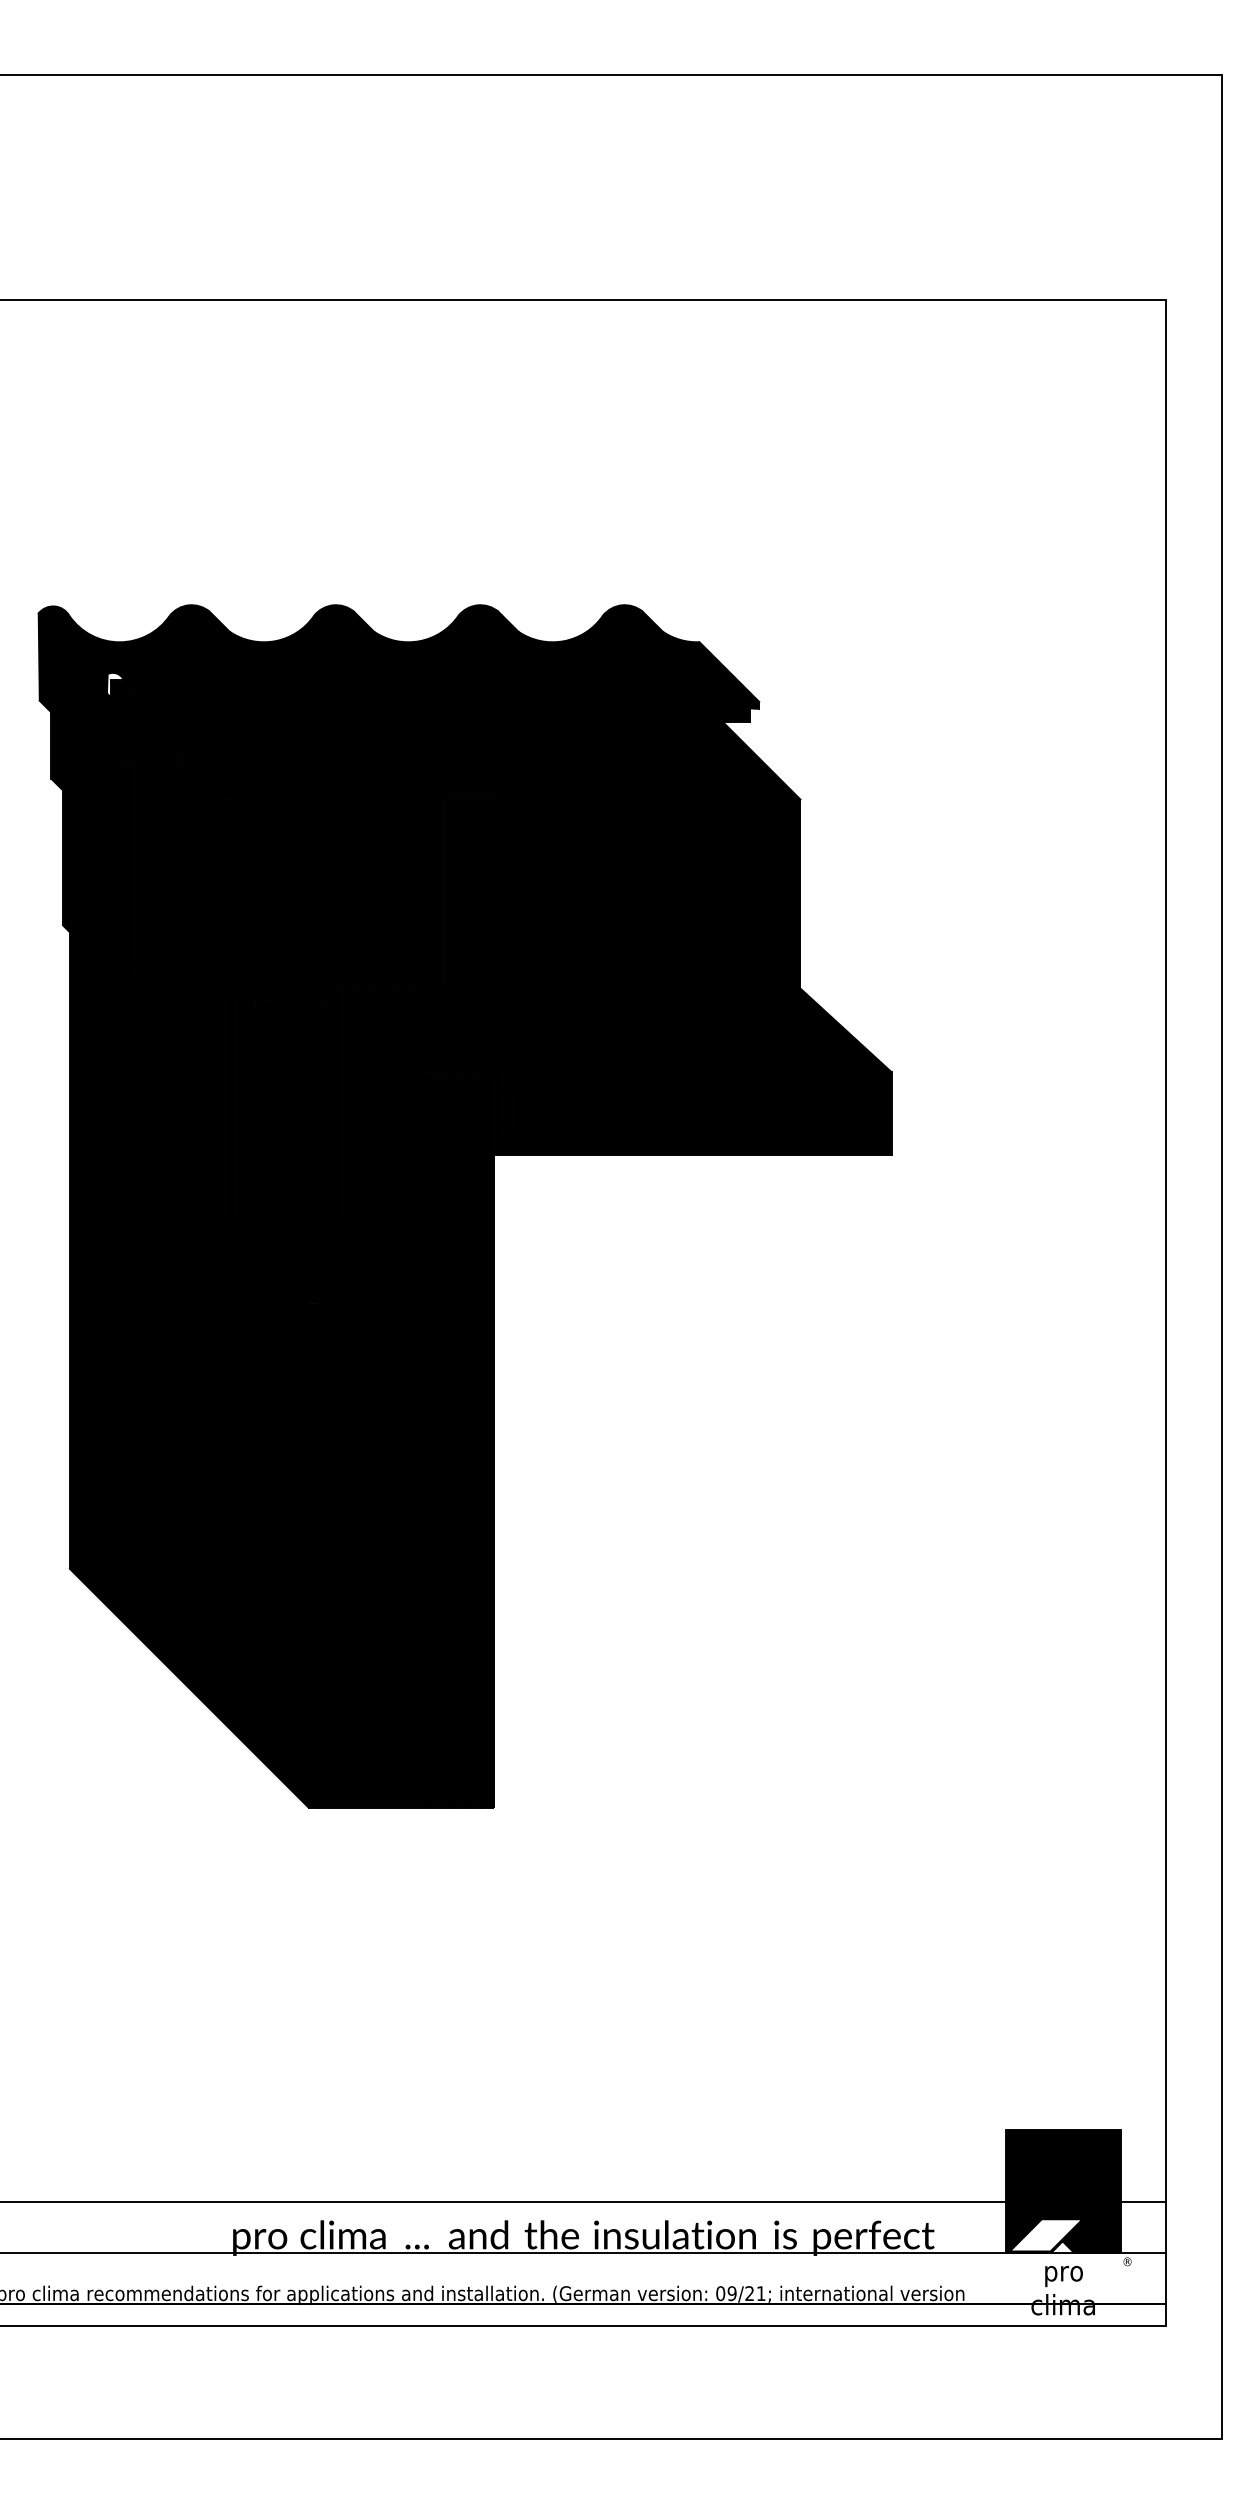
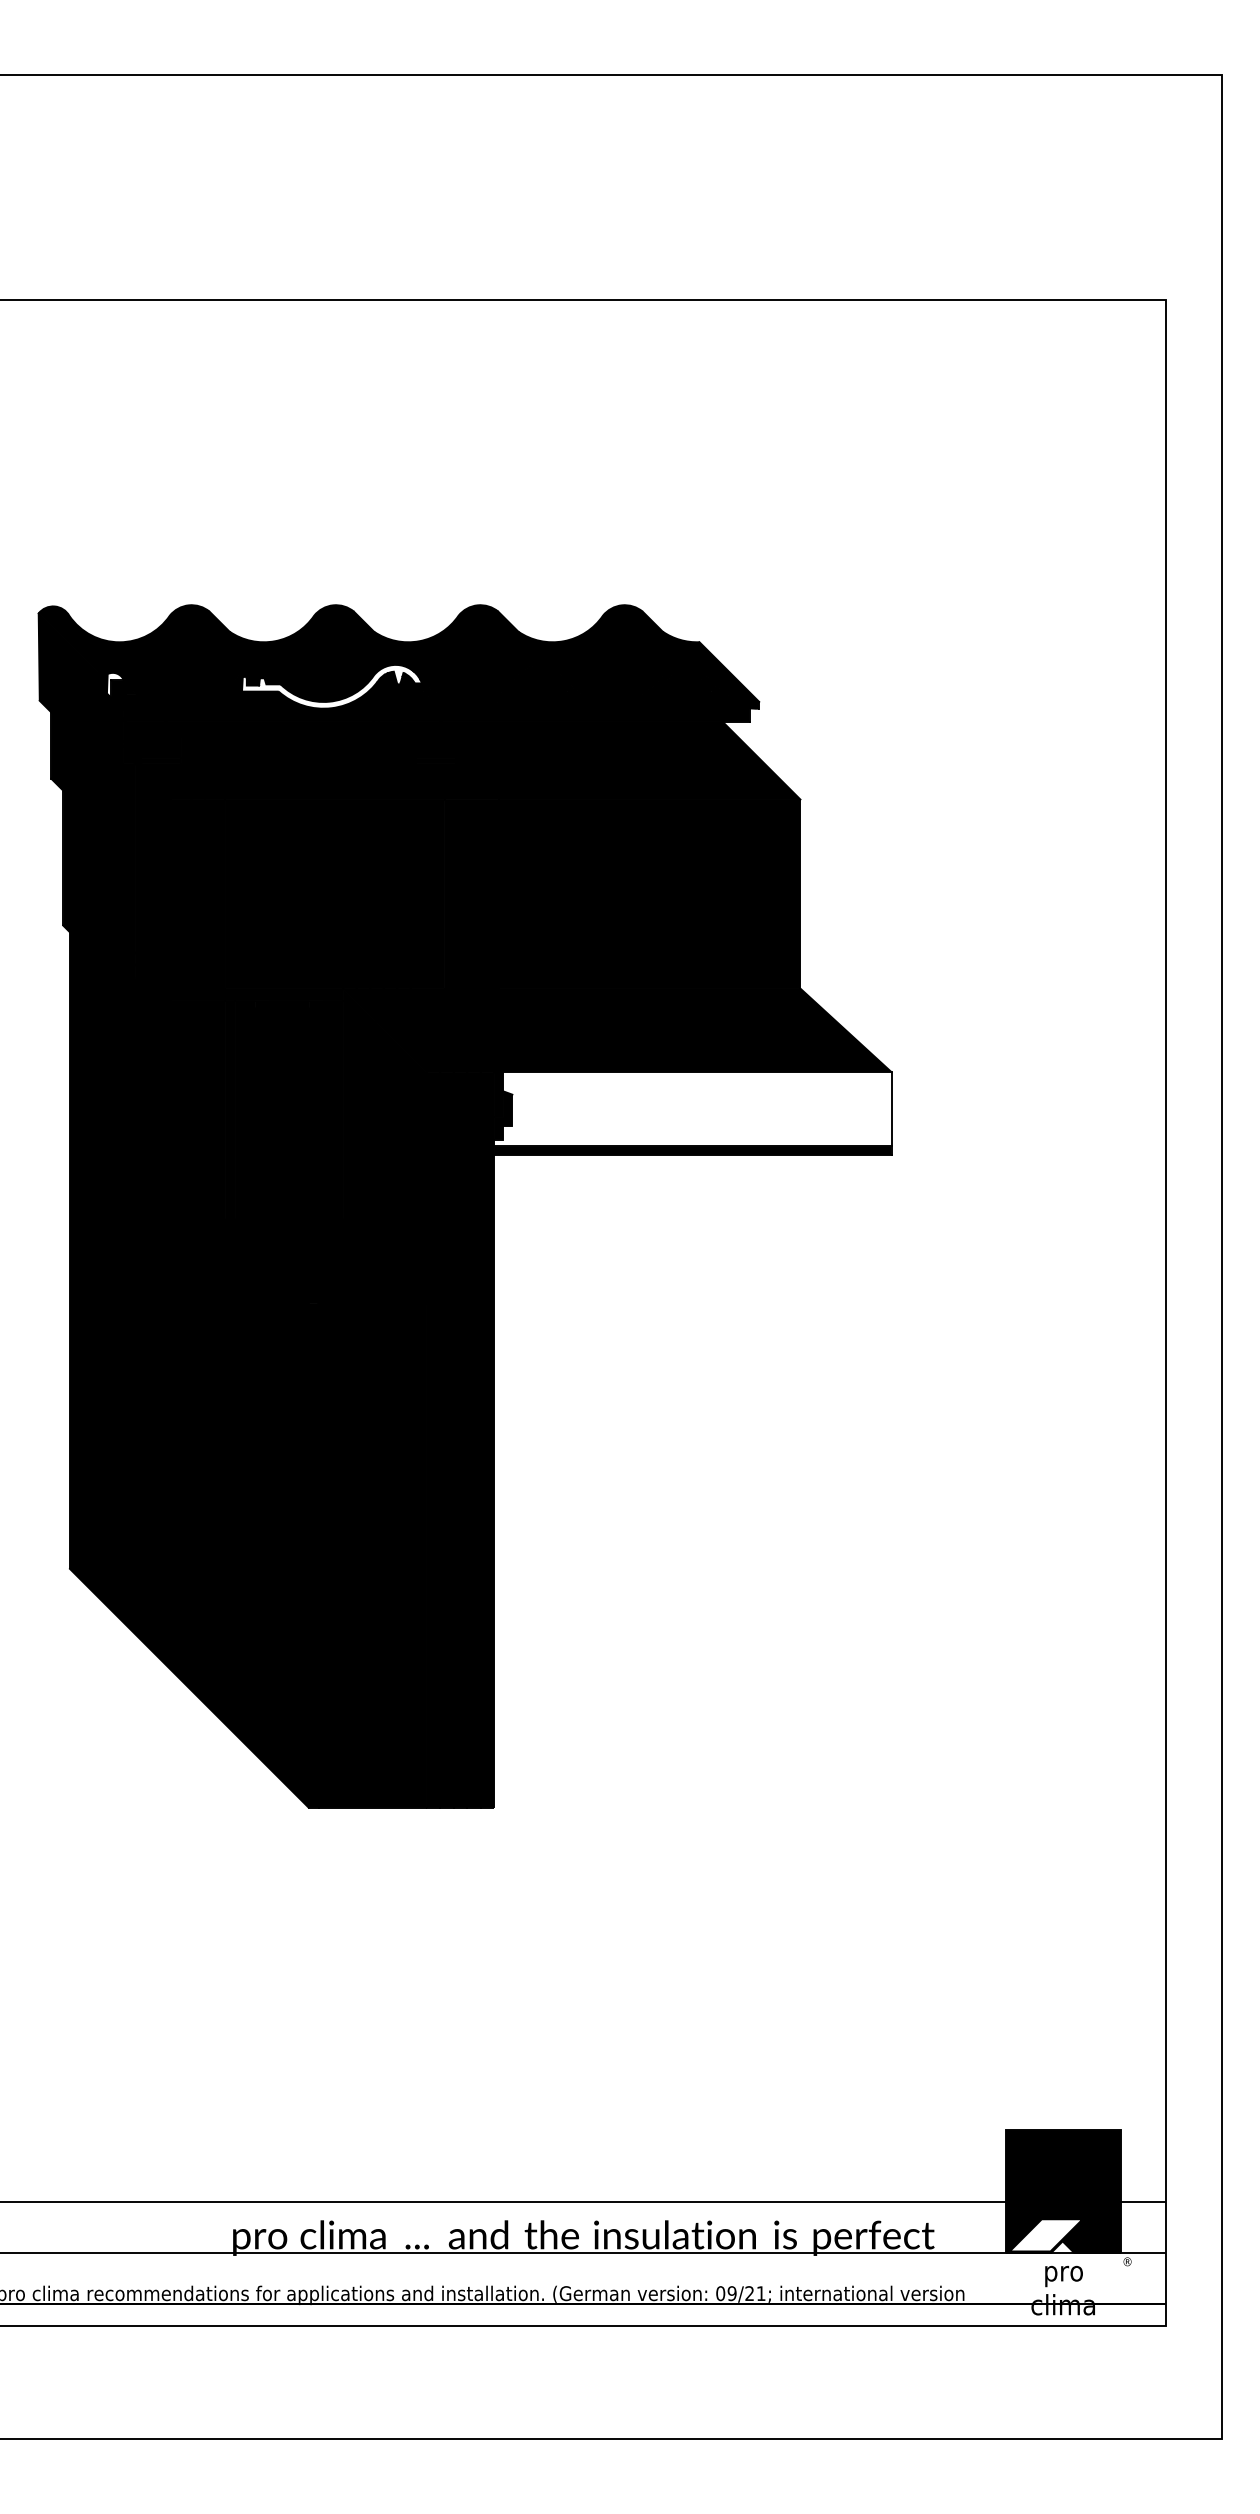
fill at (332, 686): present -> none
fill at (692, 1109): present -> none
